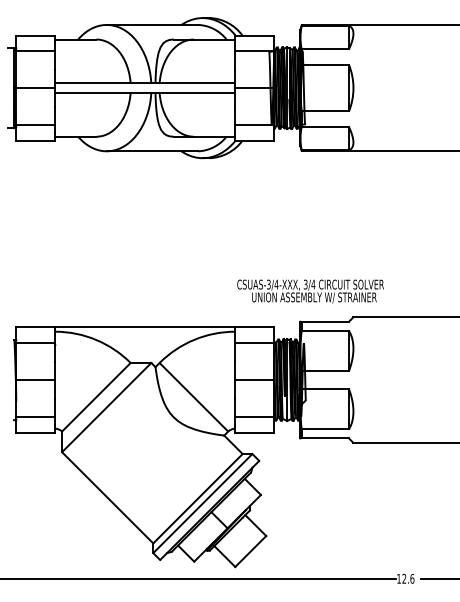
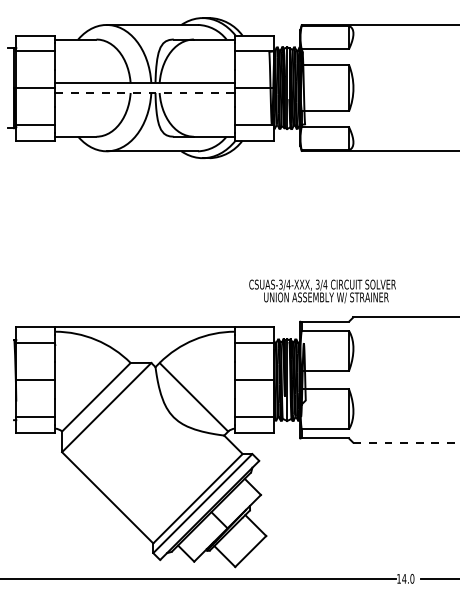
line at (145, 93): solid -> dashed
text at (310, 291) position: (310, 291) -> (322, 291)
line at (406, 442): solid -> dashed
text at (408, 578): 12.6 -> 14.0
